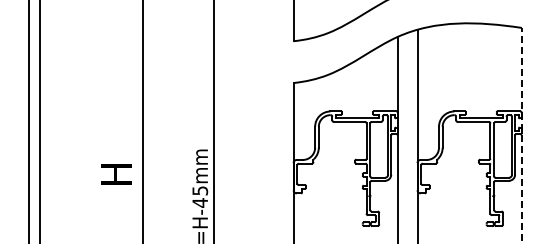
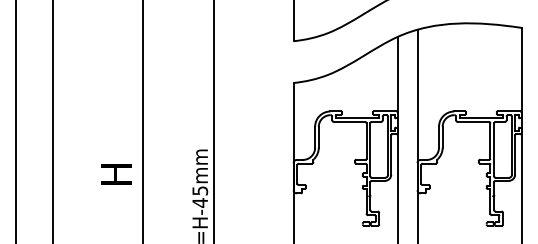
line at (29, 121) position: (29, 121) -> (16, 121)
line at (39, 121) position: (39, 121) -> (52, 121)
line at (521, 135): dashed -> solid
